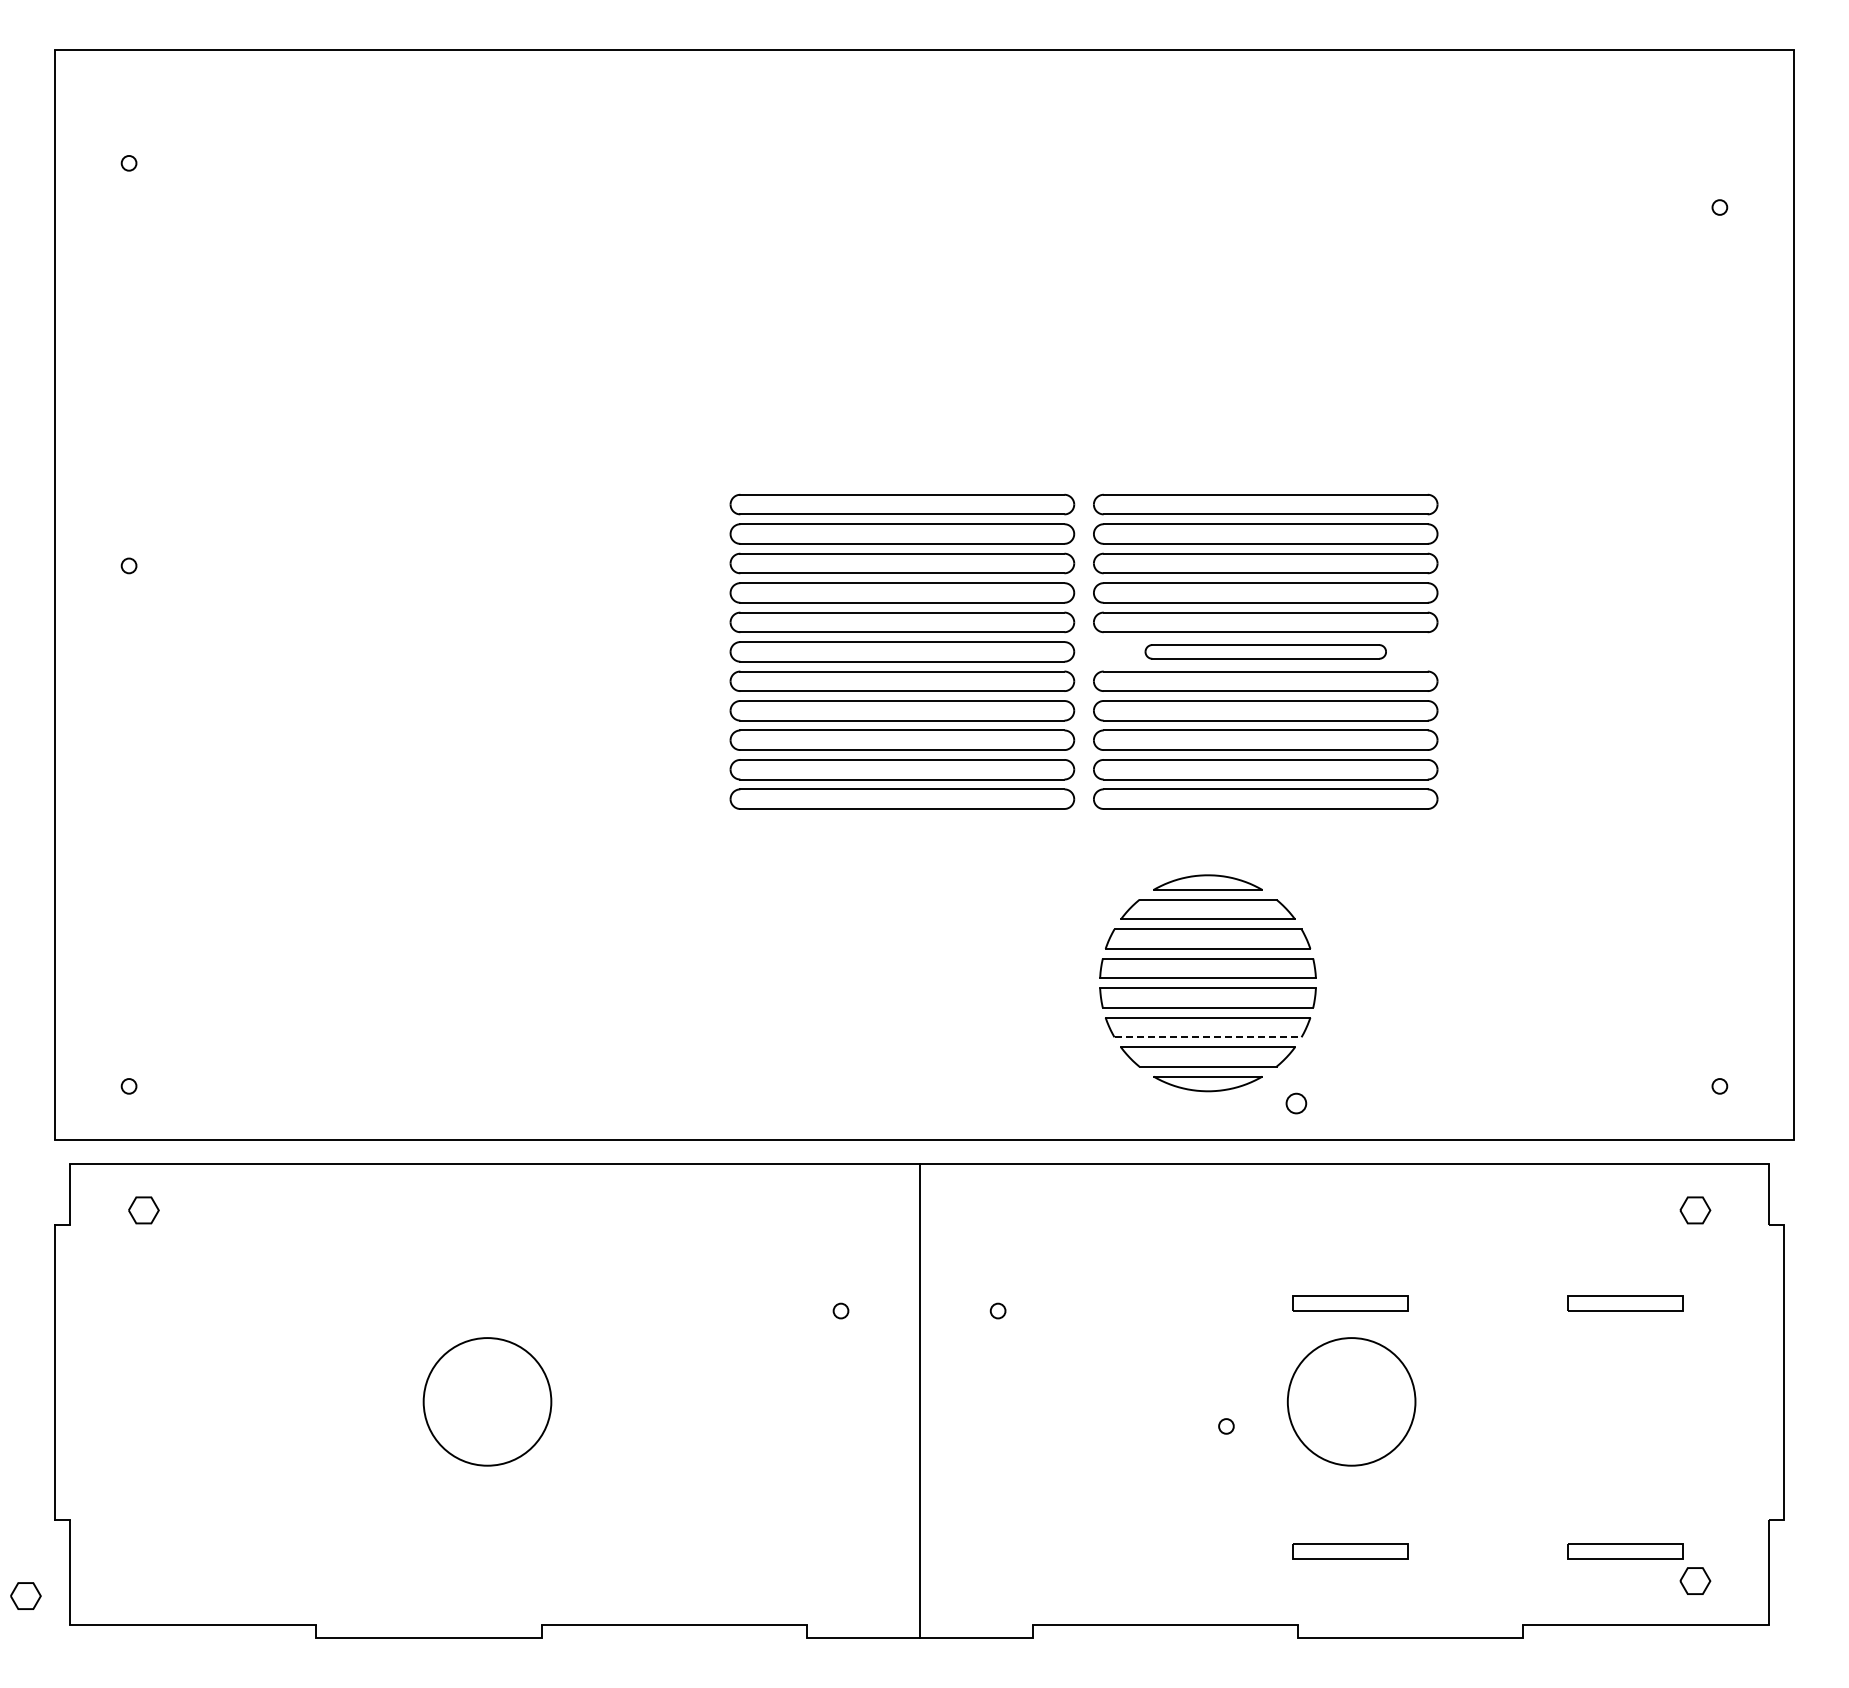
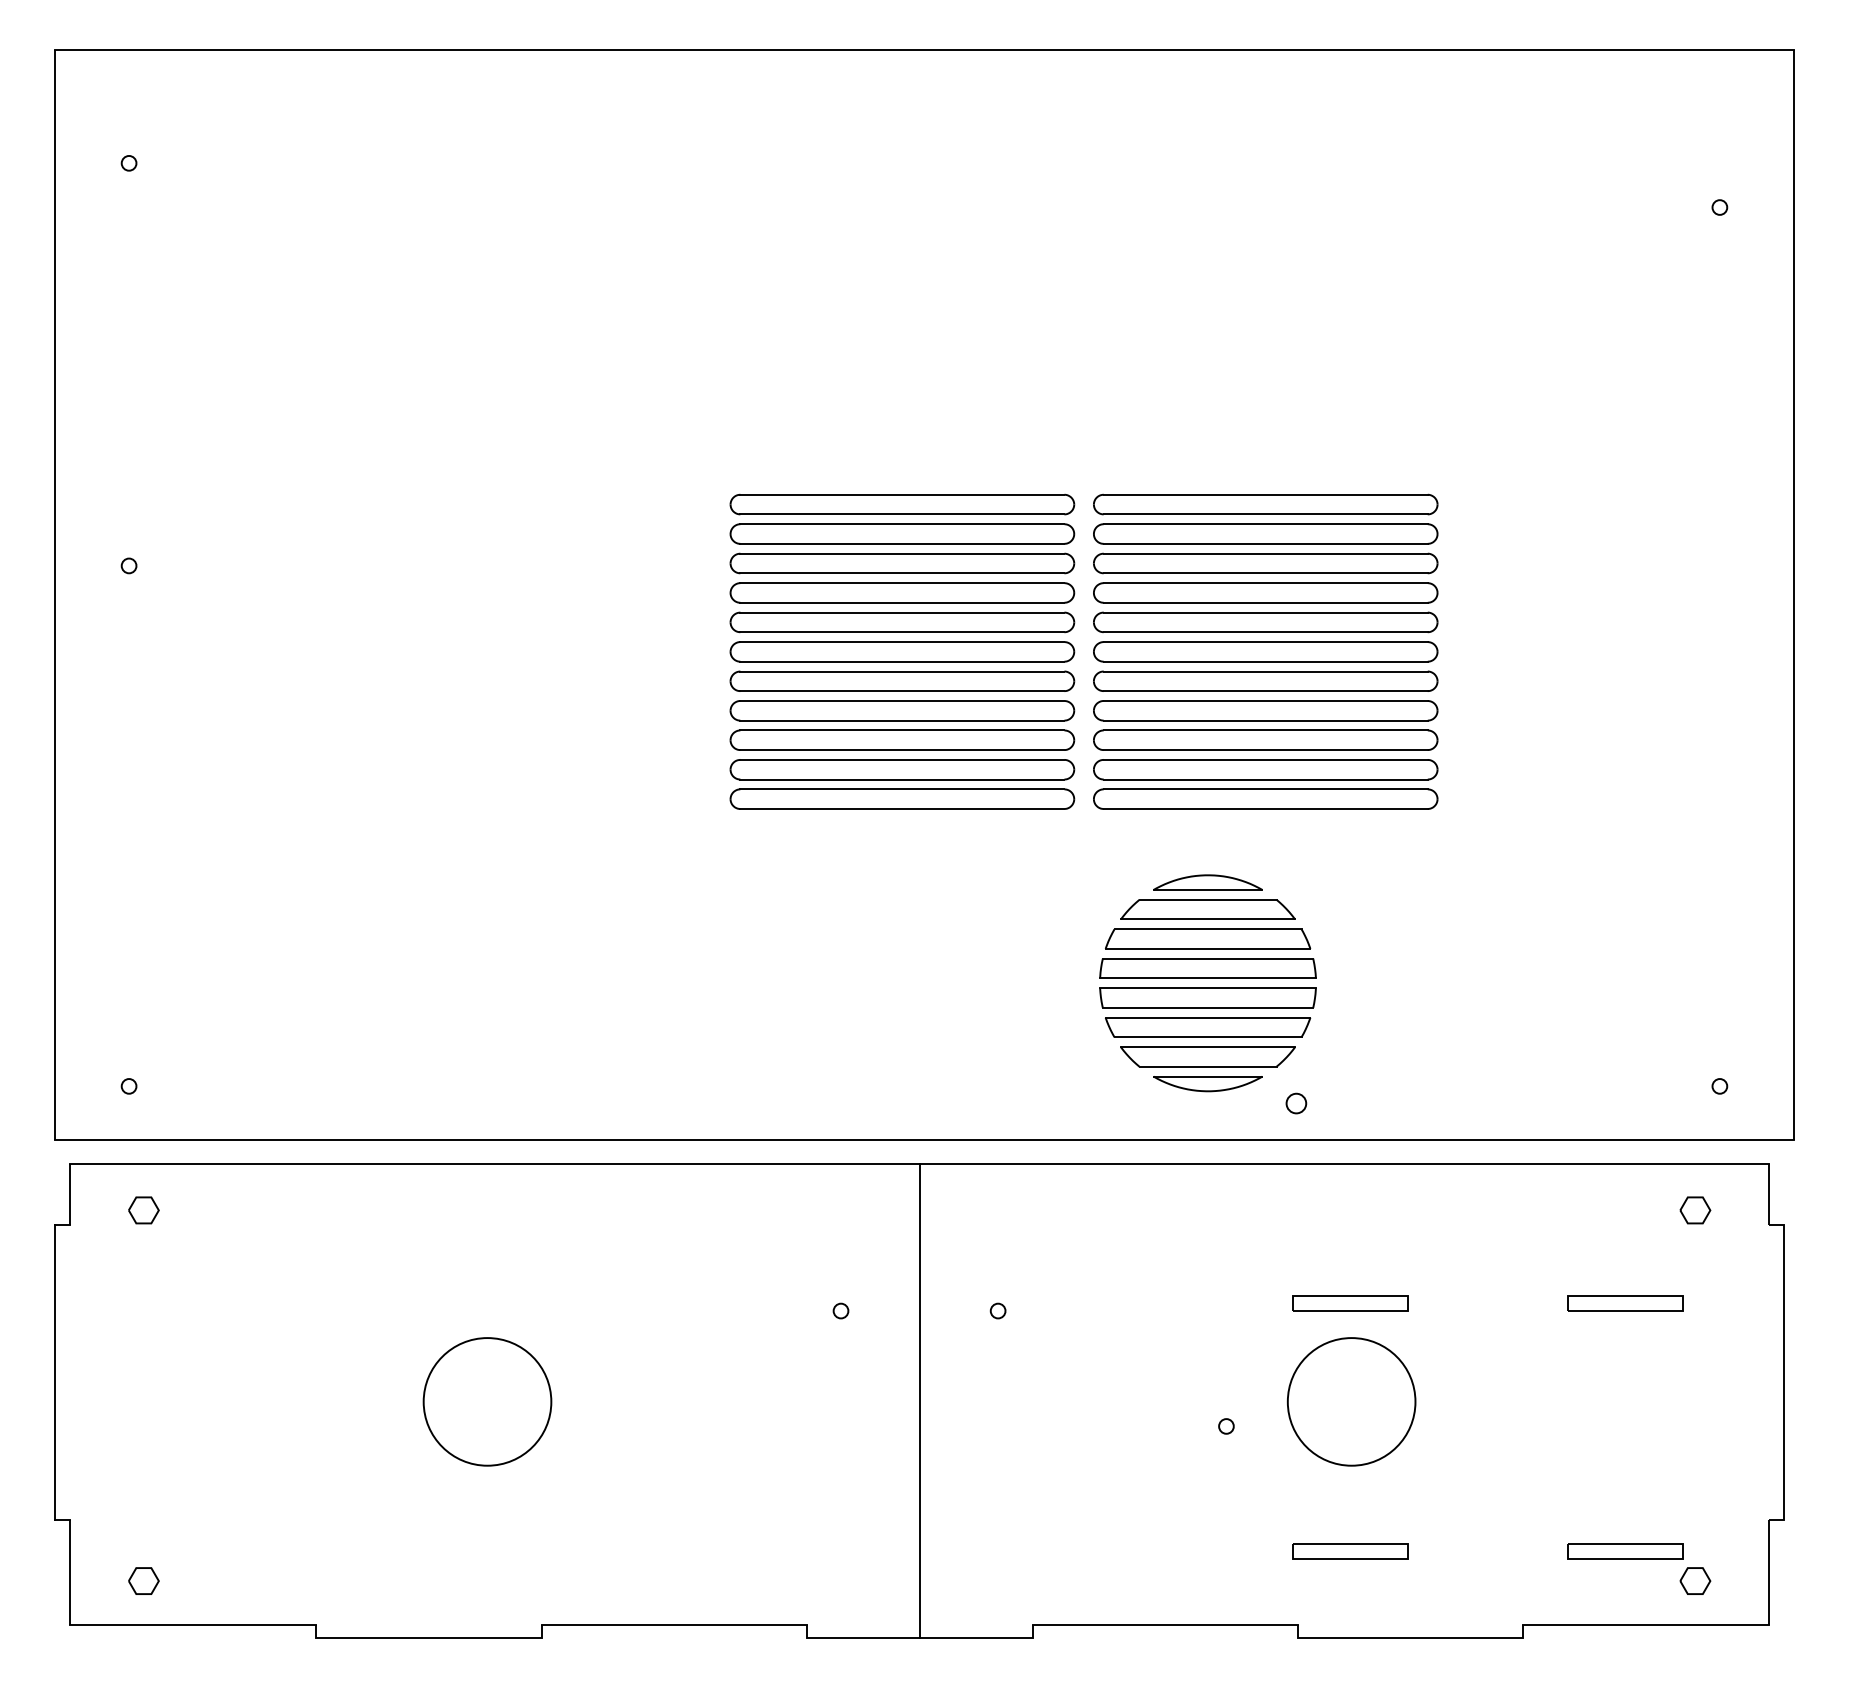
part at (1265, 651) size: 243x16 px -> 346x22 px
line at (1208, 1037): dashed -> solid
part at (25, 1595) position: (25, 1595) -> (143, 1580)
